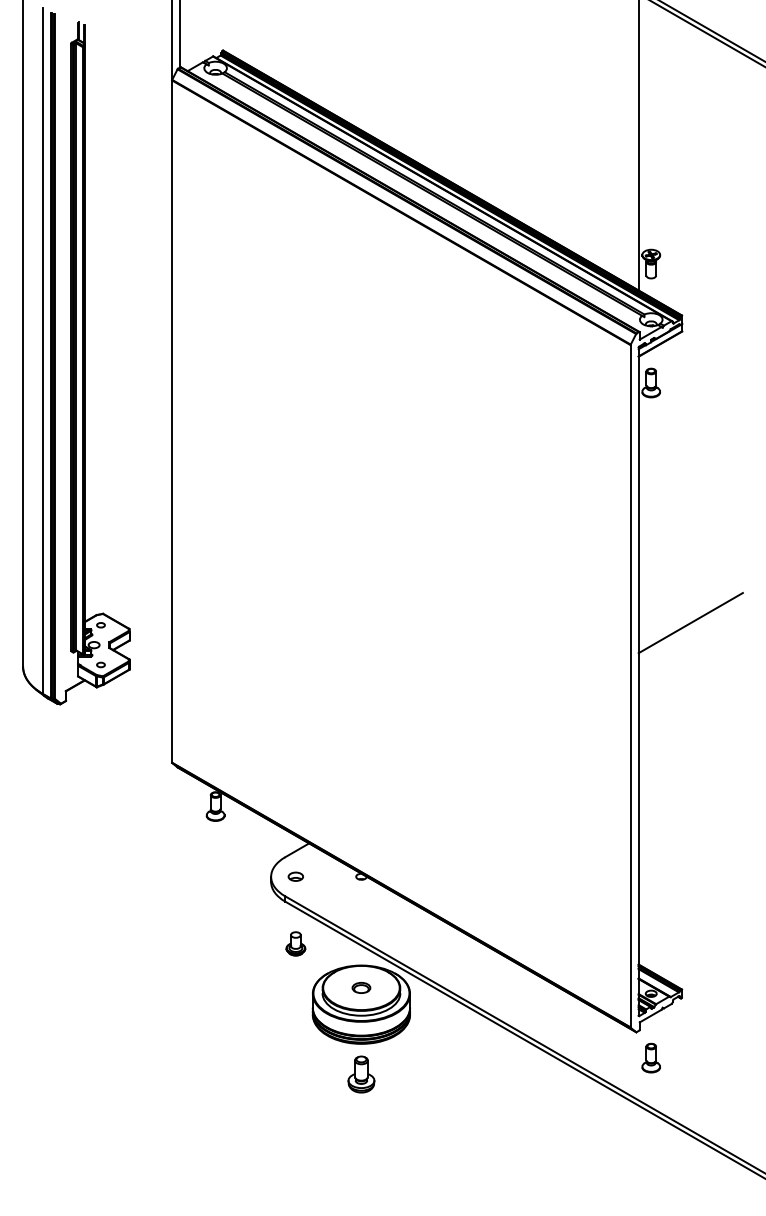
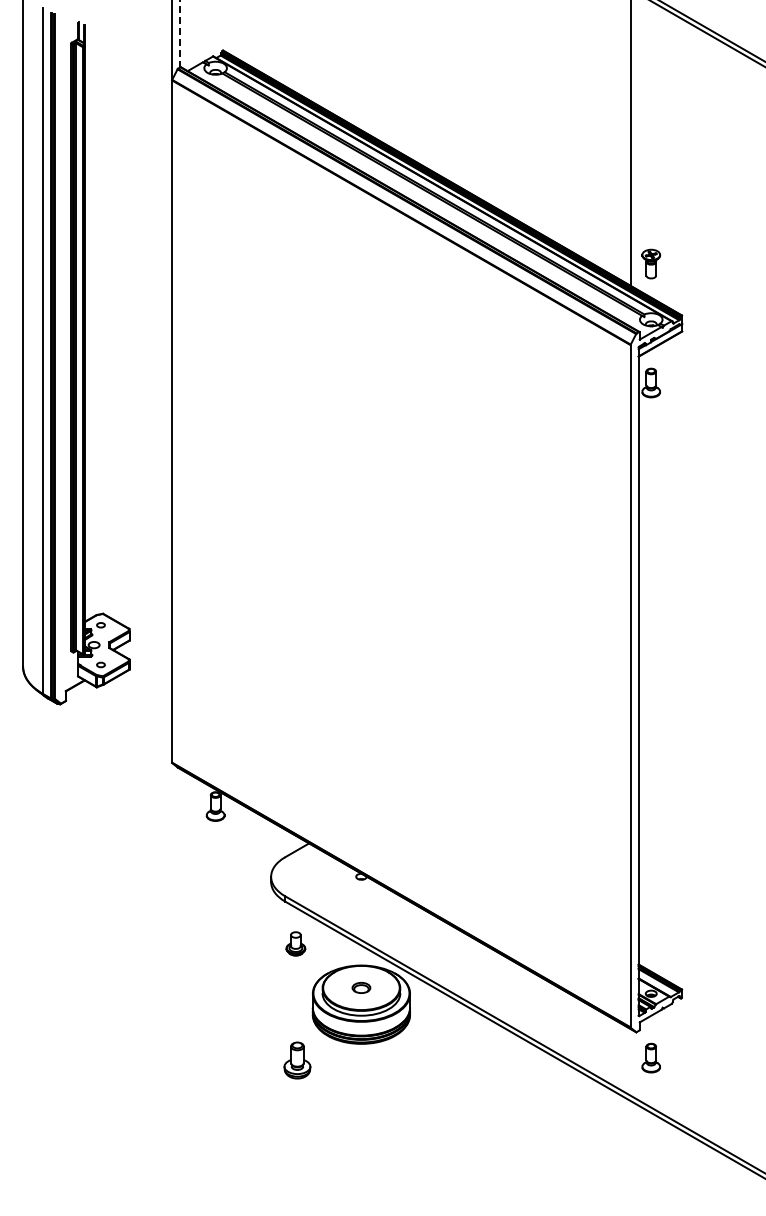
line at (180, 33): solid -> dashed
line at (638, 146) position: (638, 146) -> (630, 146)
line at (690, 623): present -> none
part at (295, 876): present -> none
part at (361, 1074) position: (361, 1074) -> (297, 1060)
